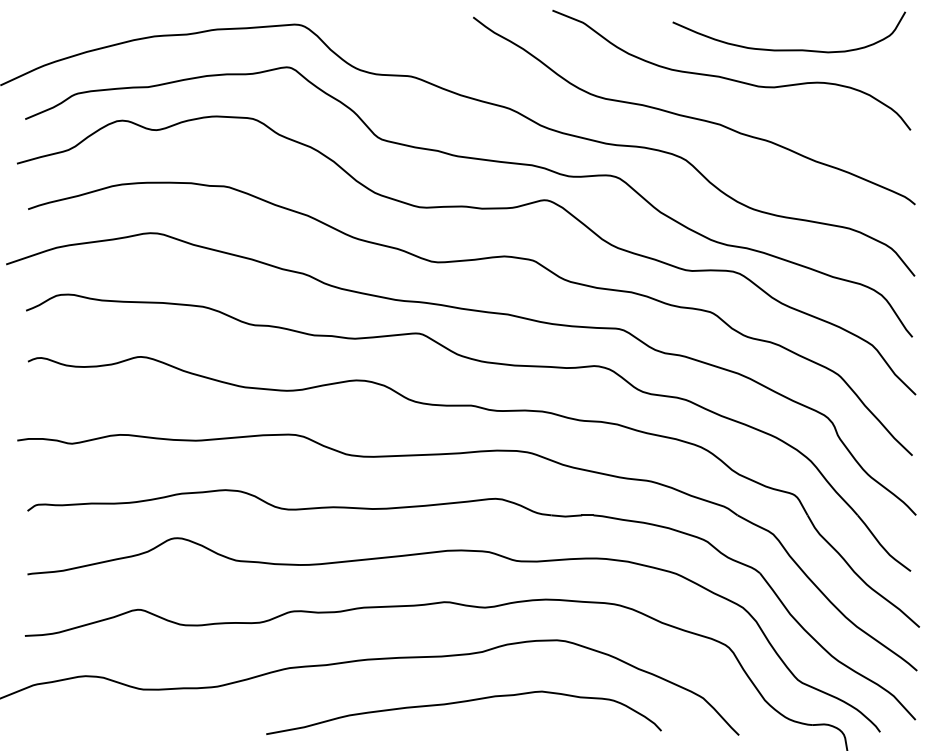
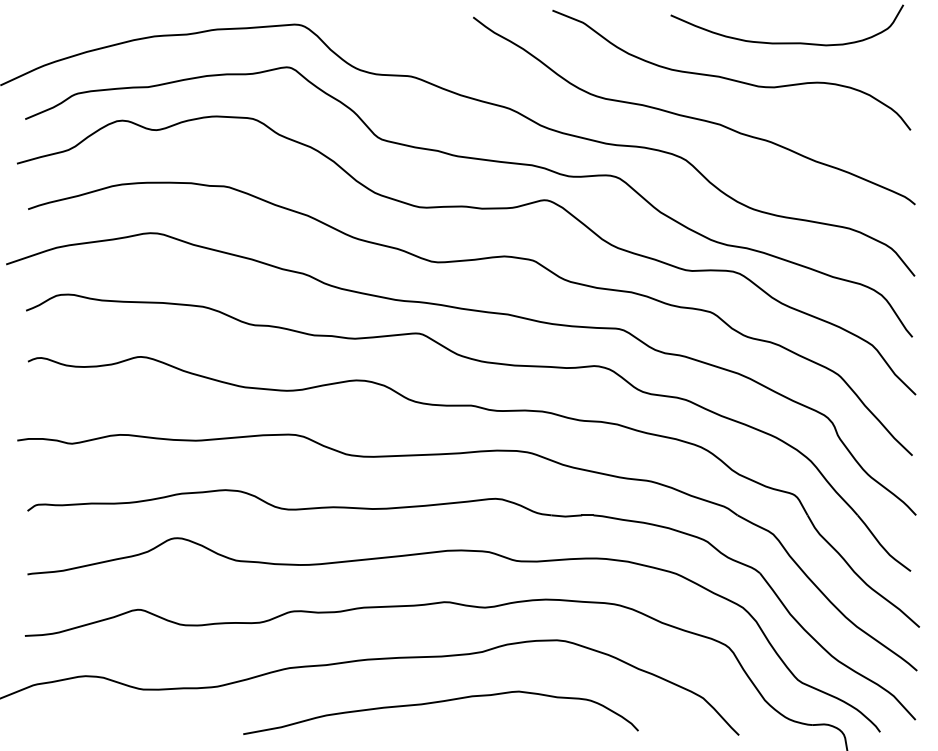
curve at (789, 49) position: (789, 49) -> (787, 42)
curve at (459, 703) position: (459, 703) -> (436, 703)
